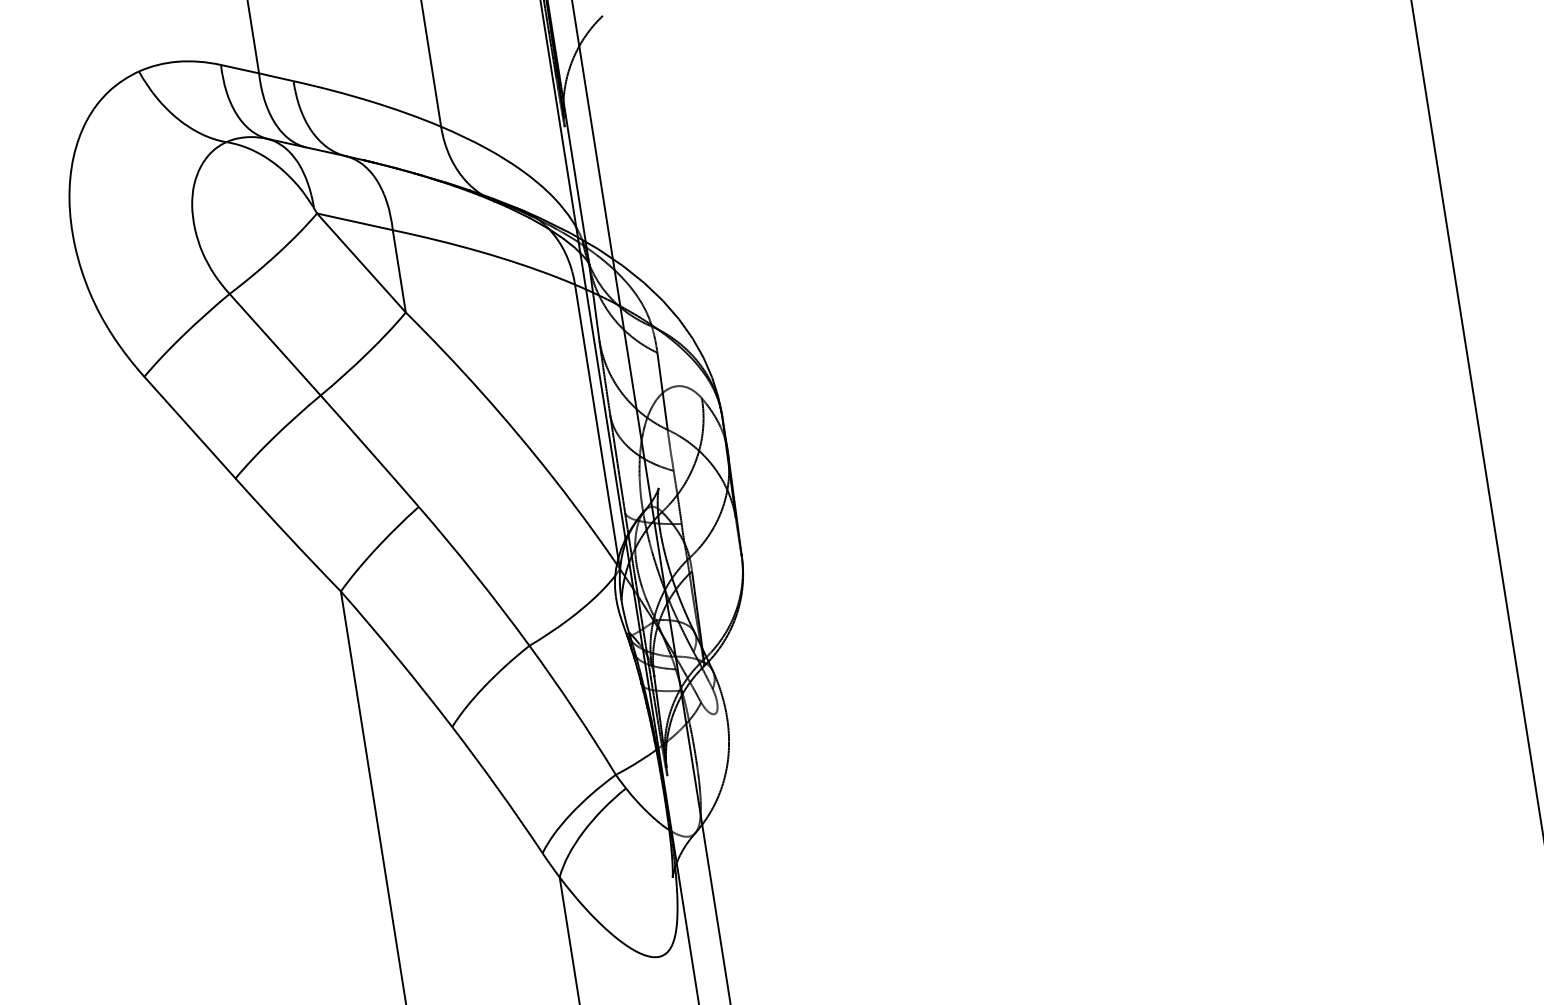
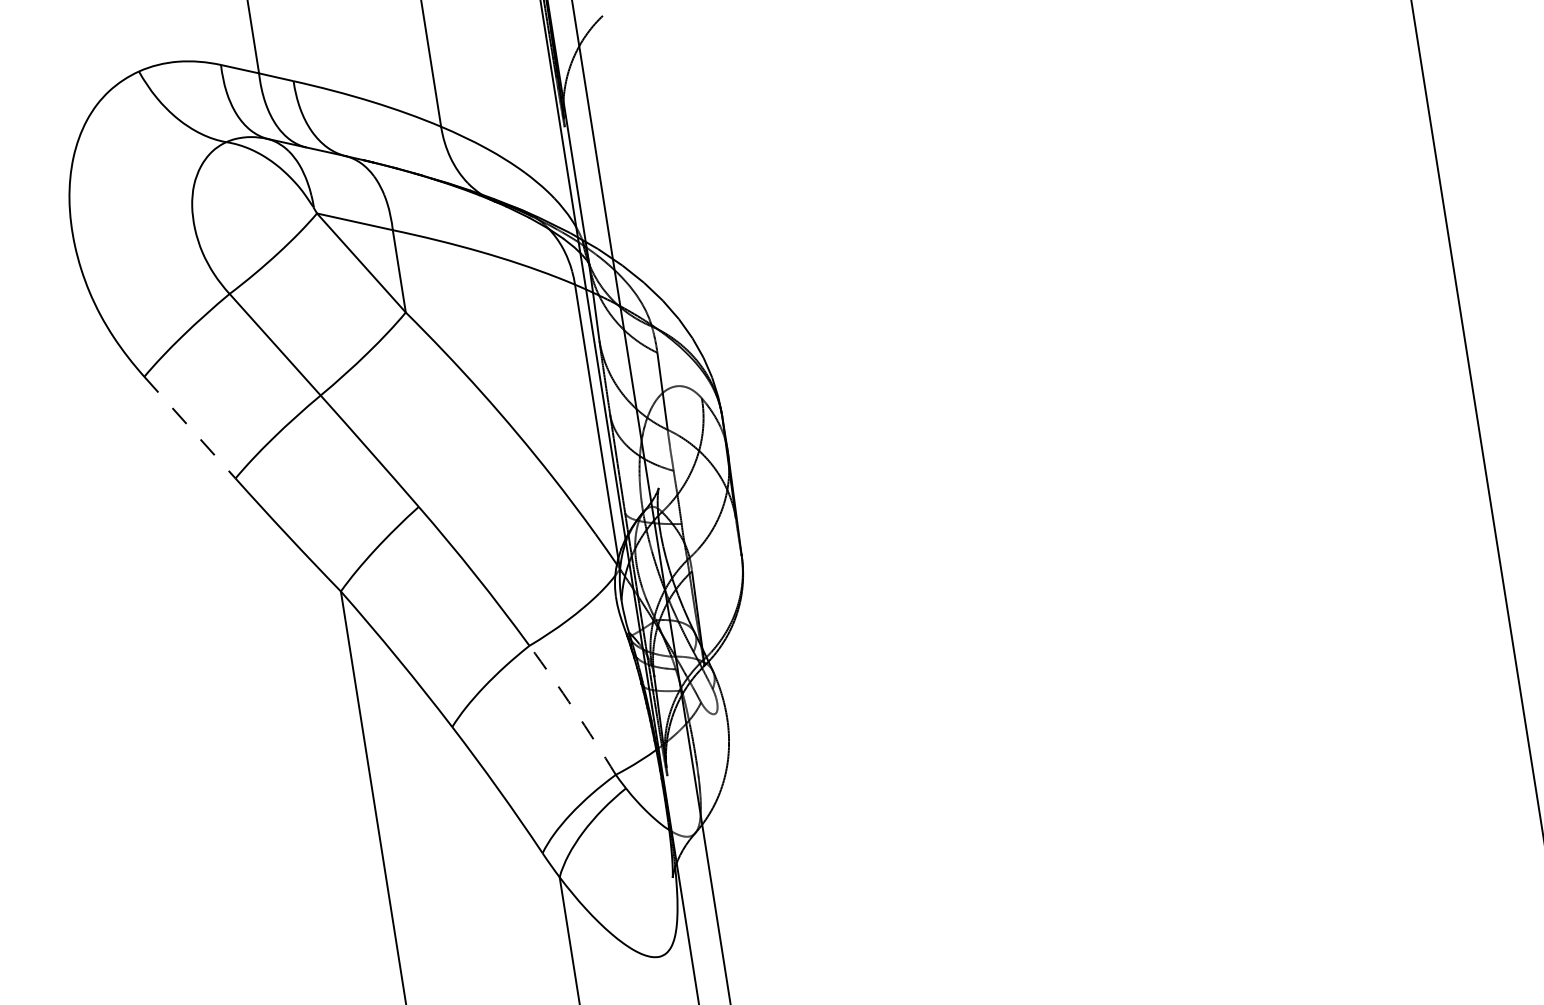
line at (190, 428): solid -> dashed
arc at (574, 709): solid -> dashed
